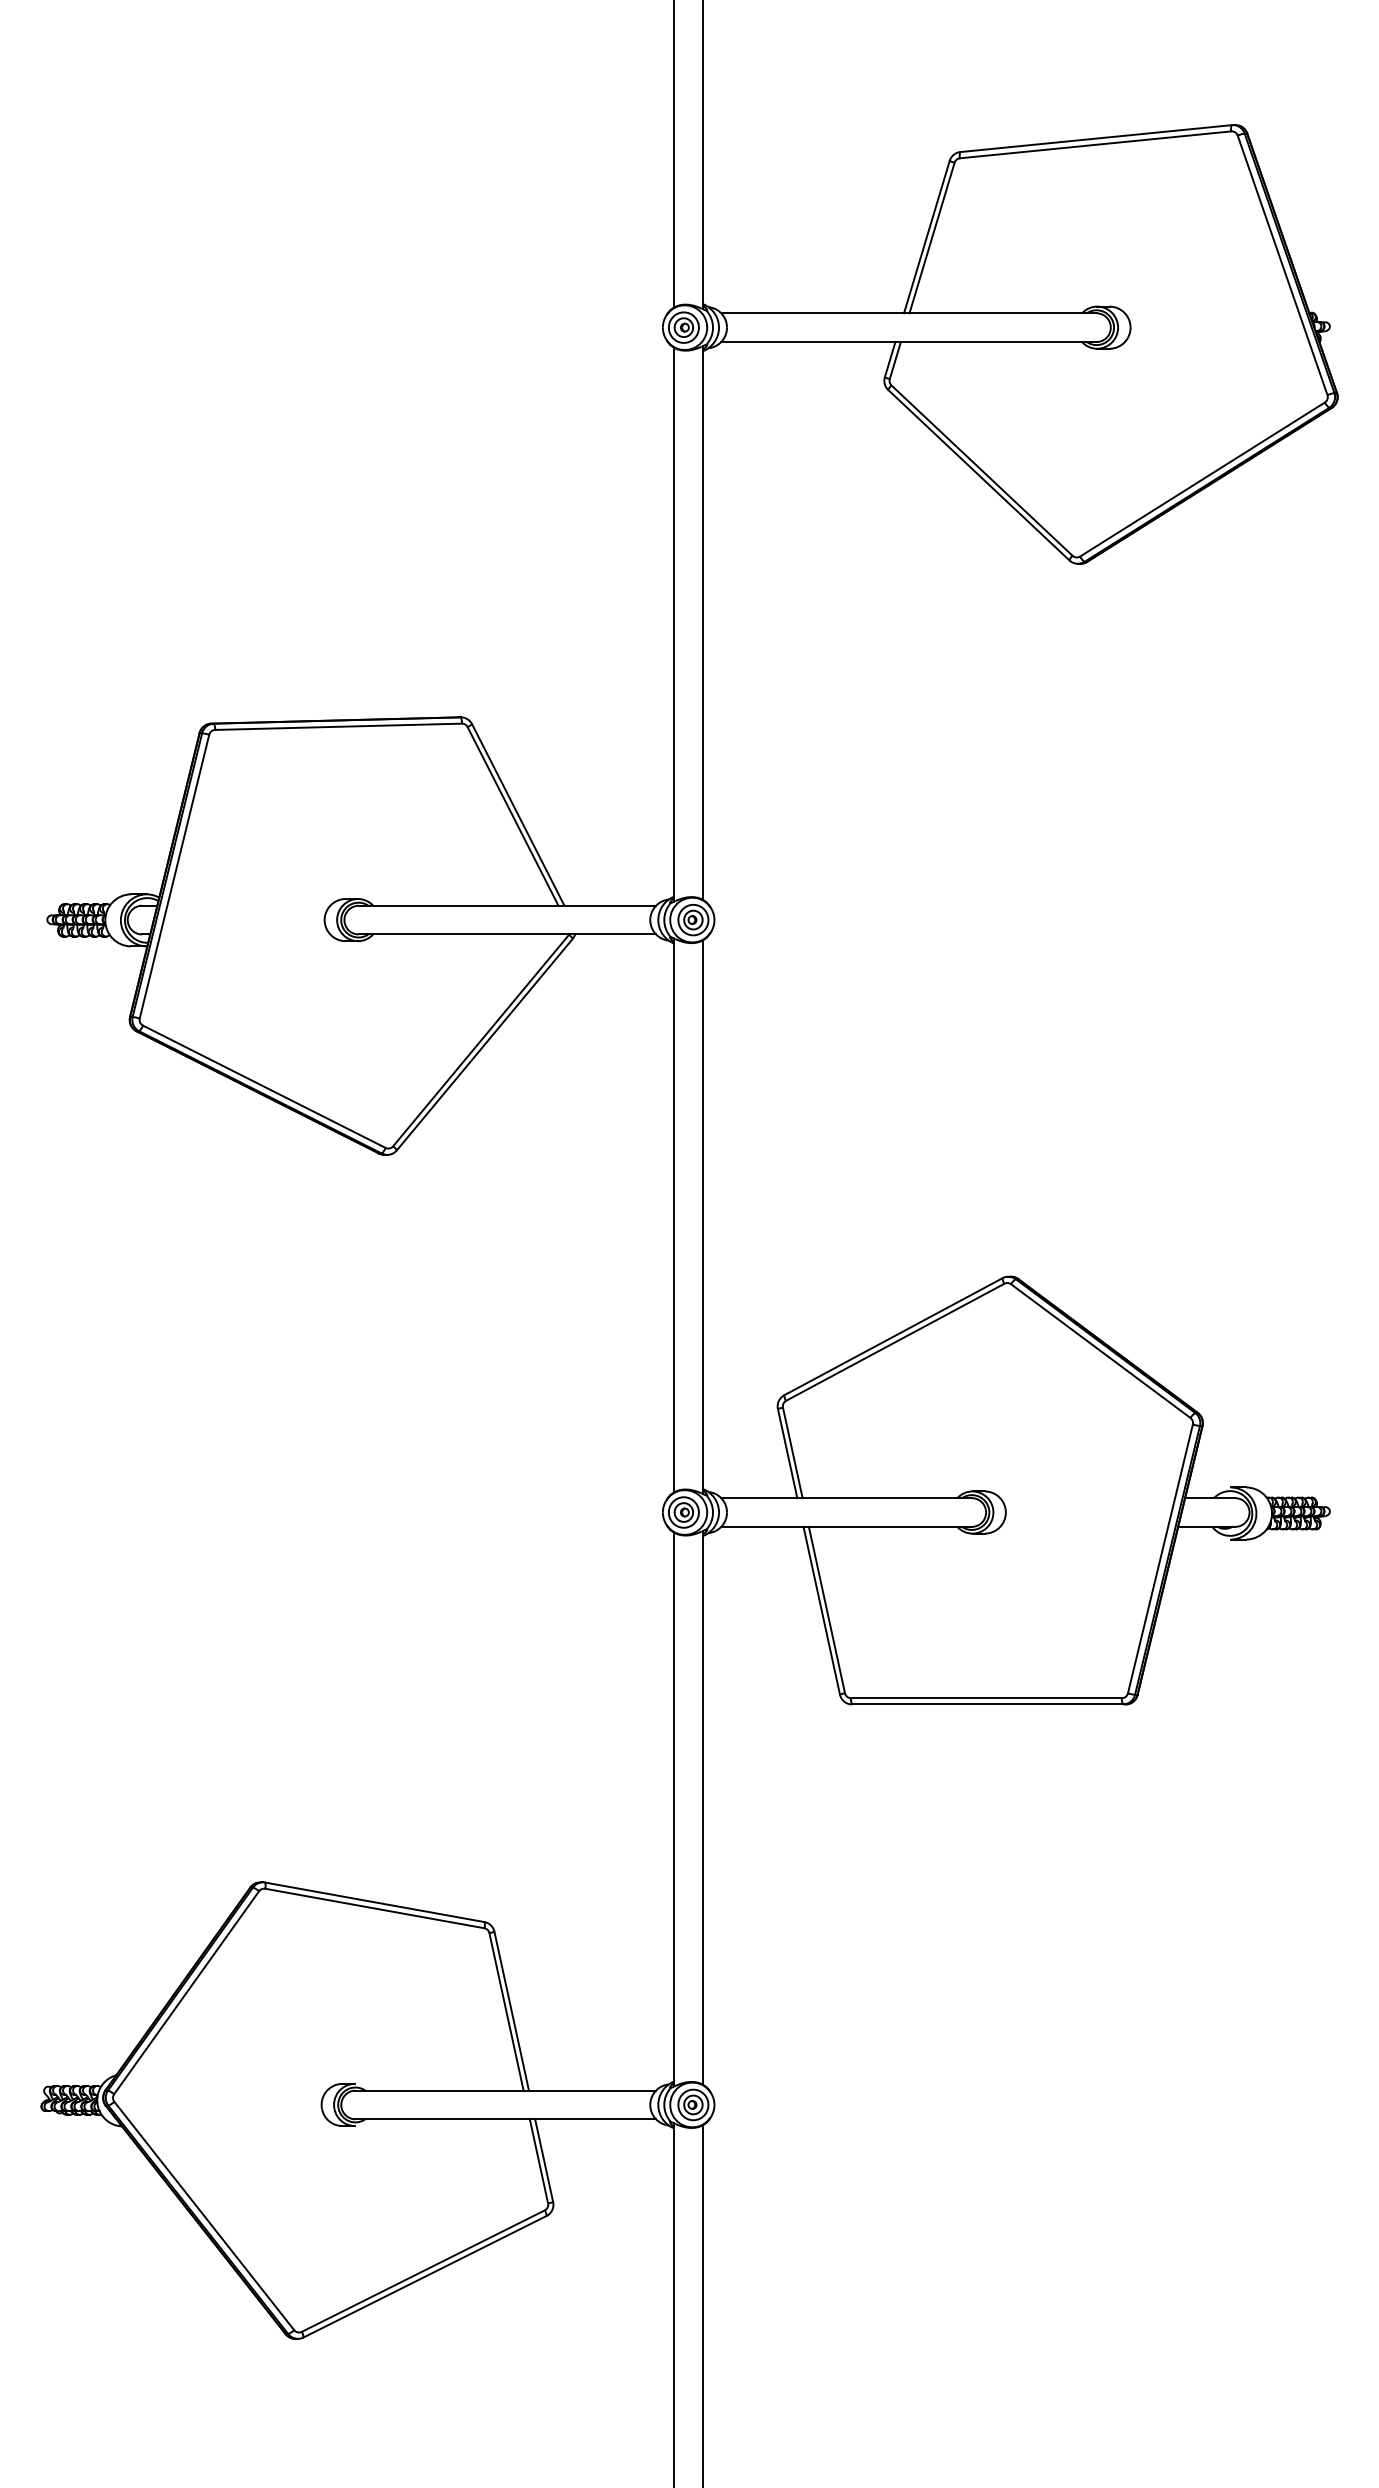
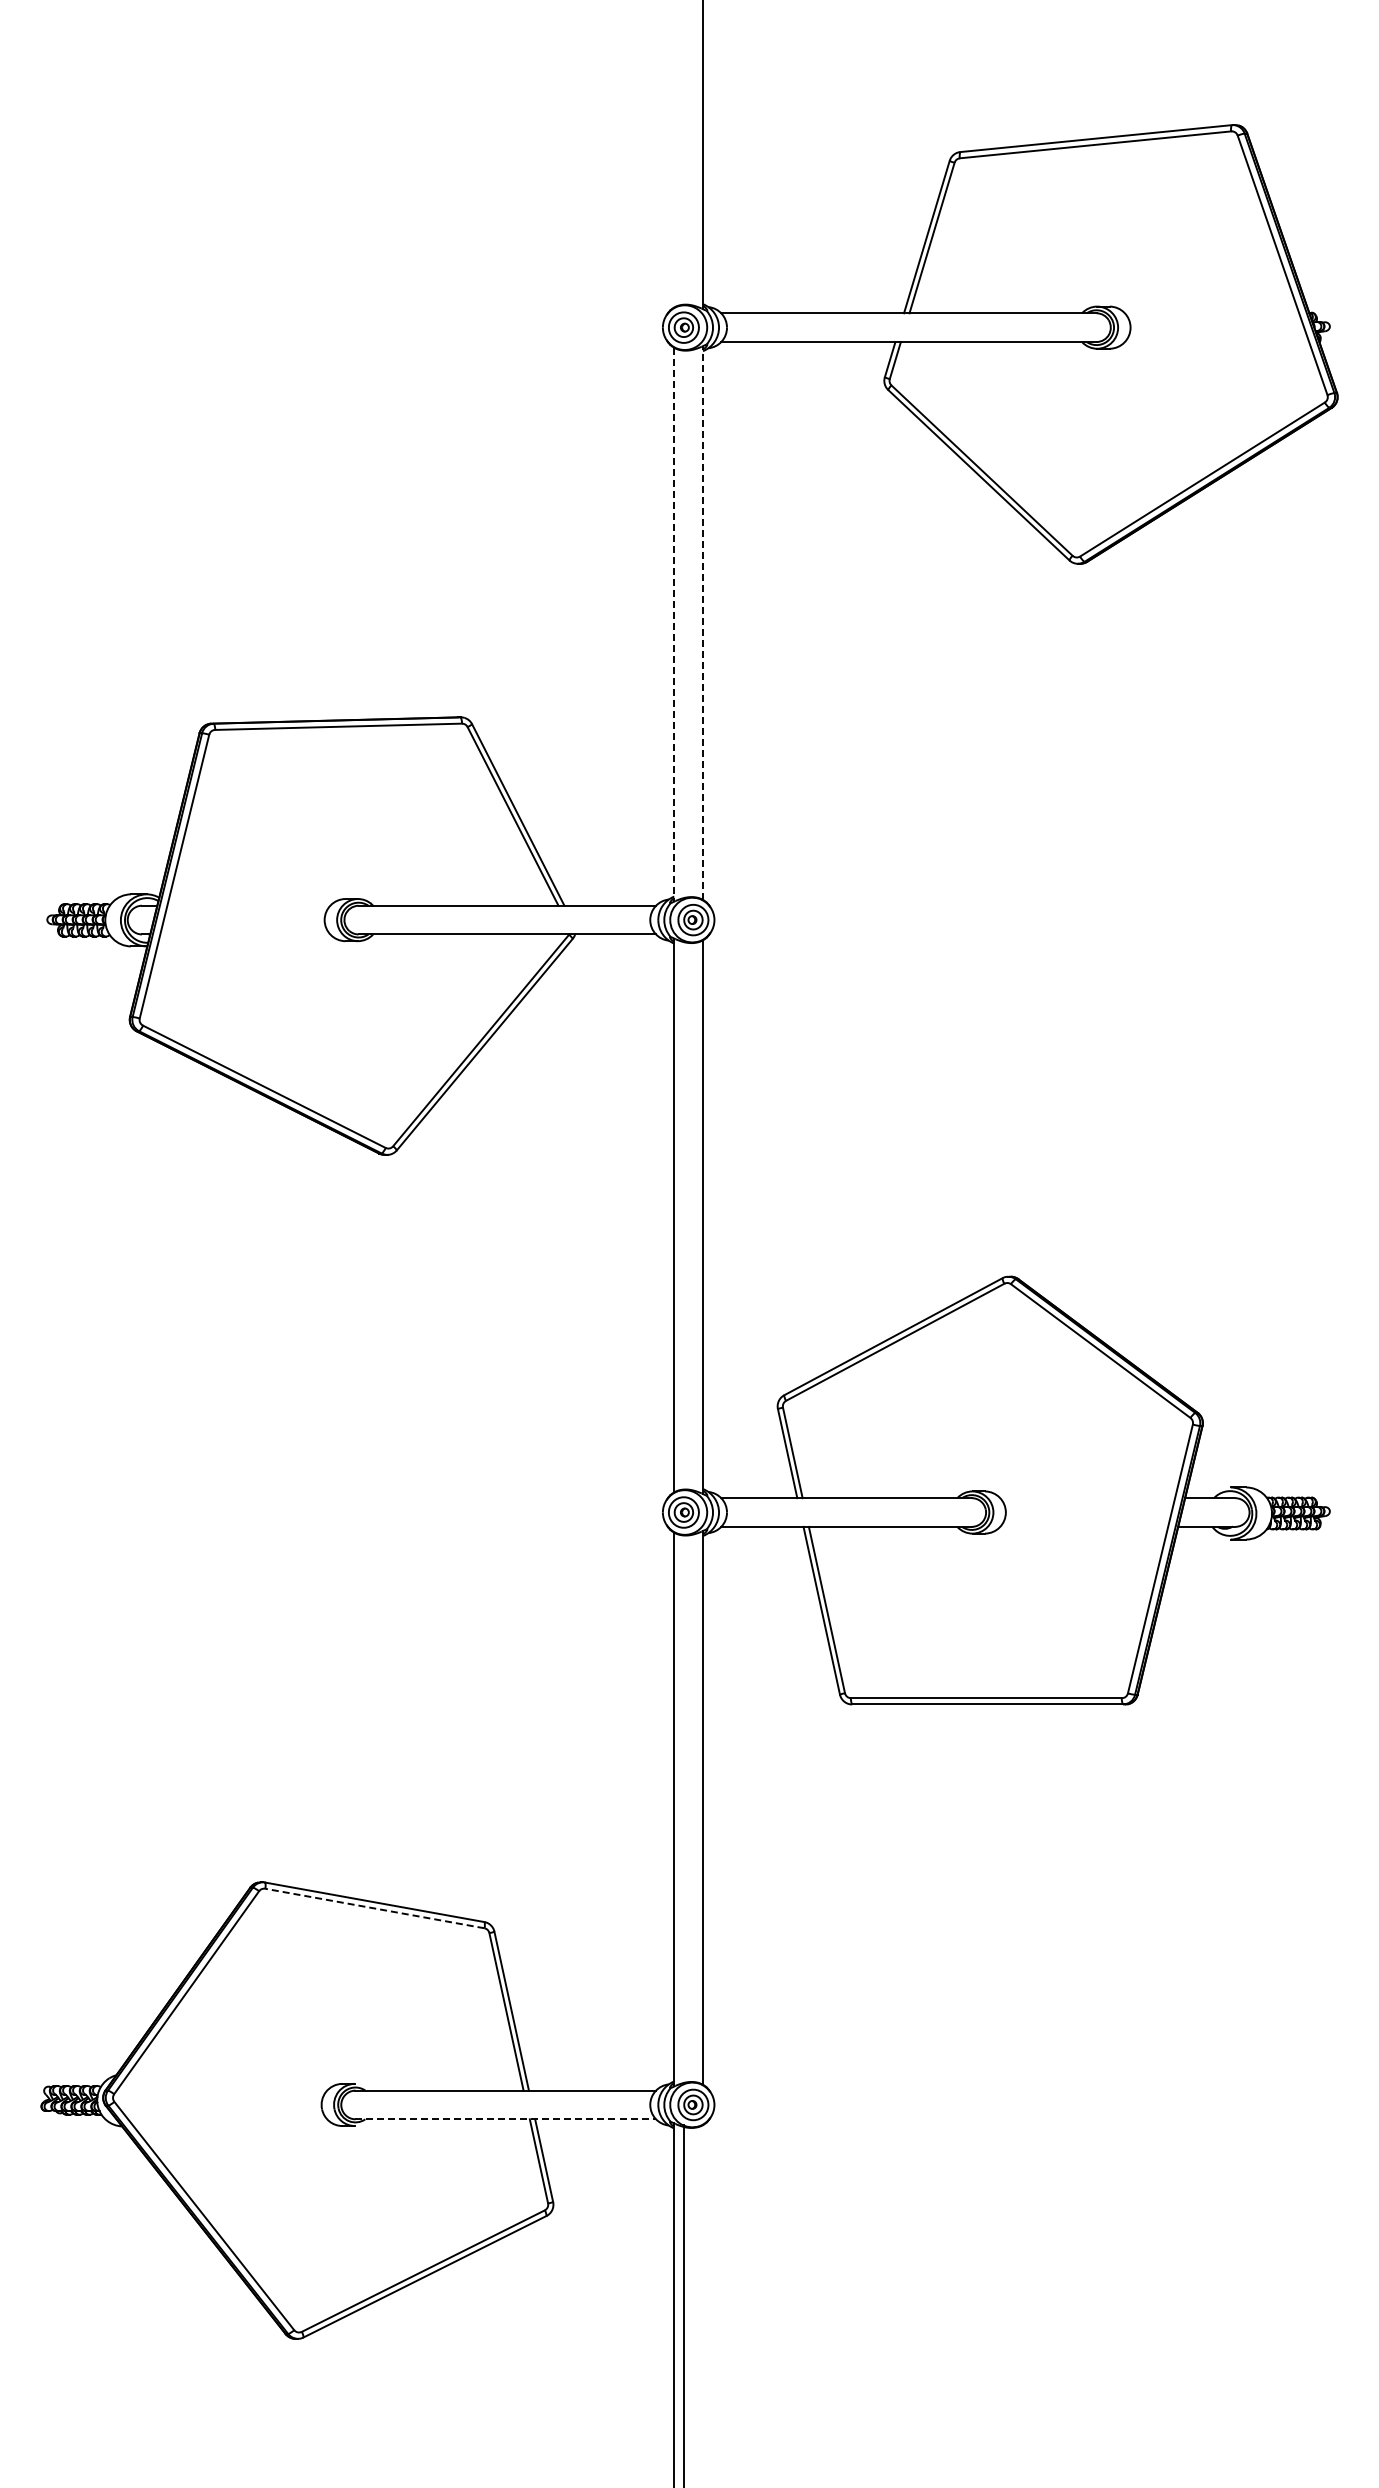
line at (674, 154): present -> none
line at (703, 623): solid -> dashed
line at (674, 624): solid -> dashed
line at (374, 1908): solid -> dashed
line at (506, 2119): solid -> dashed
line at (703, 2304) position: (703, 2304) -> (684, 2304)
